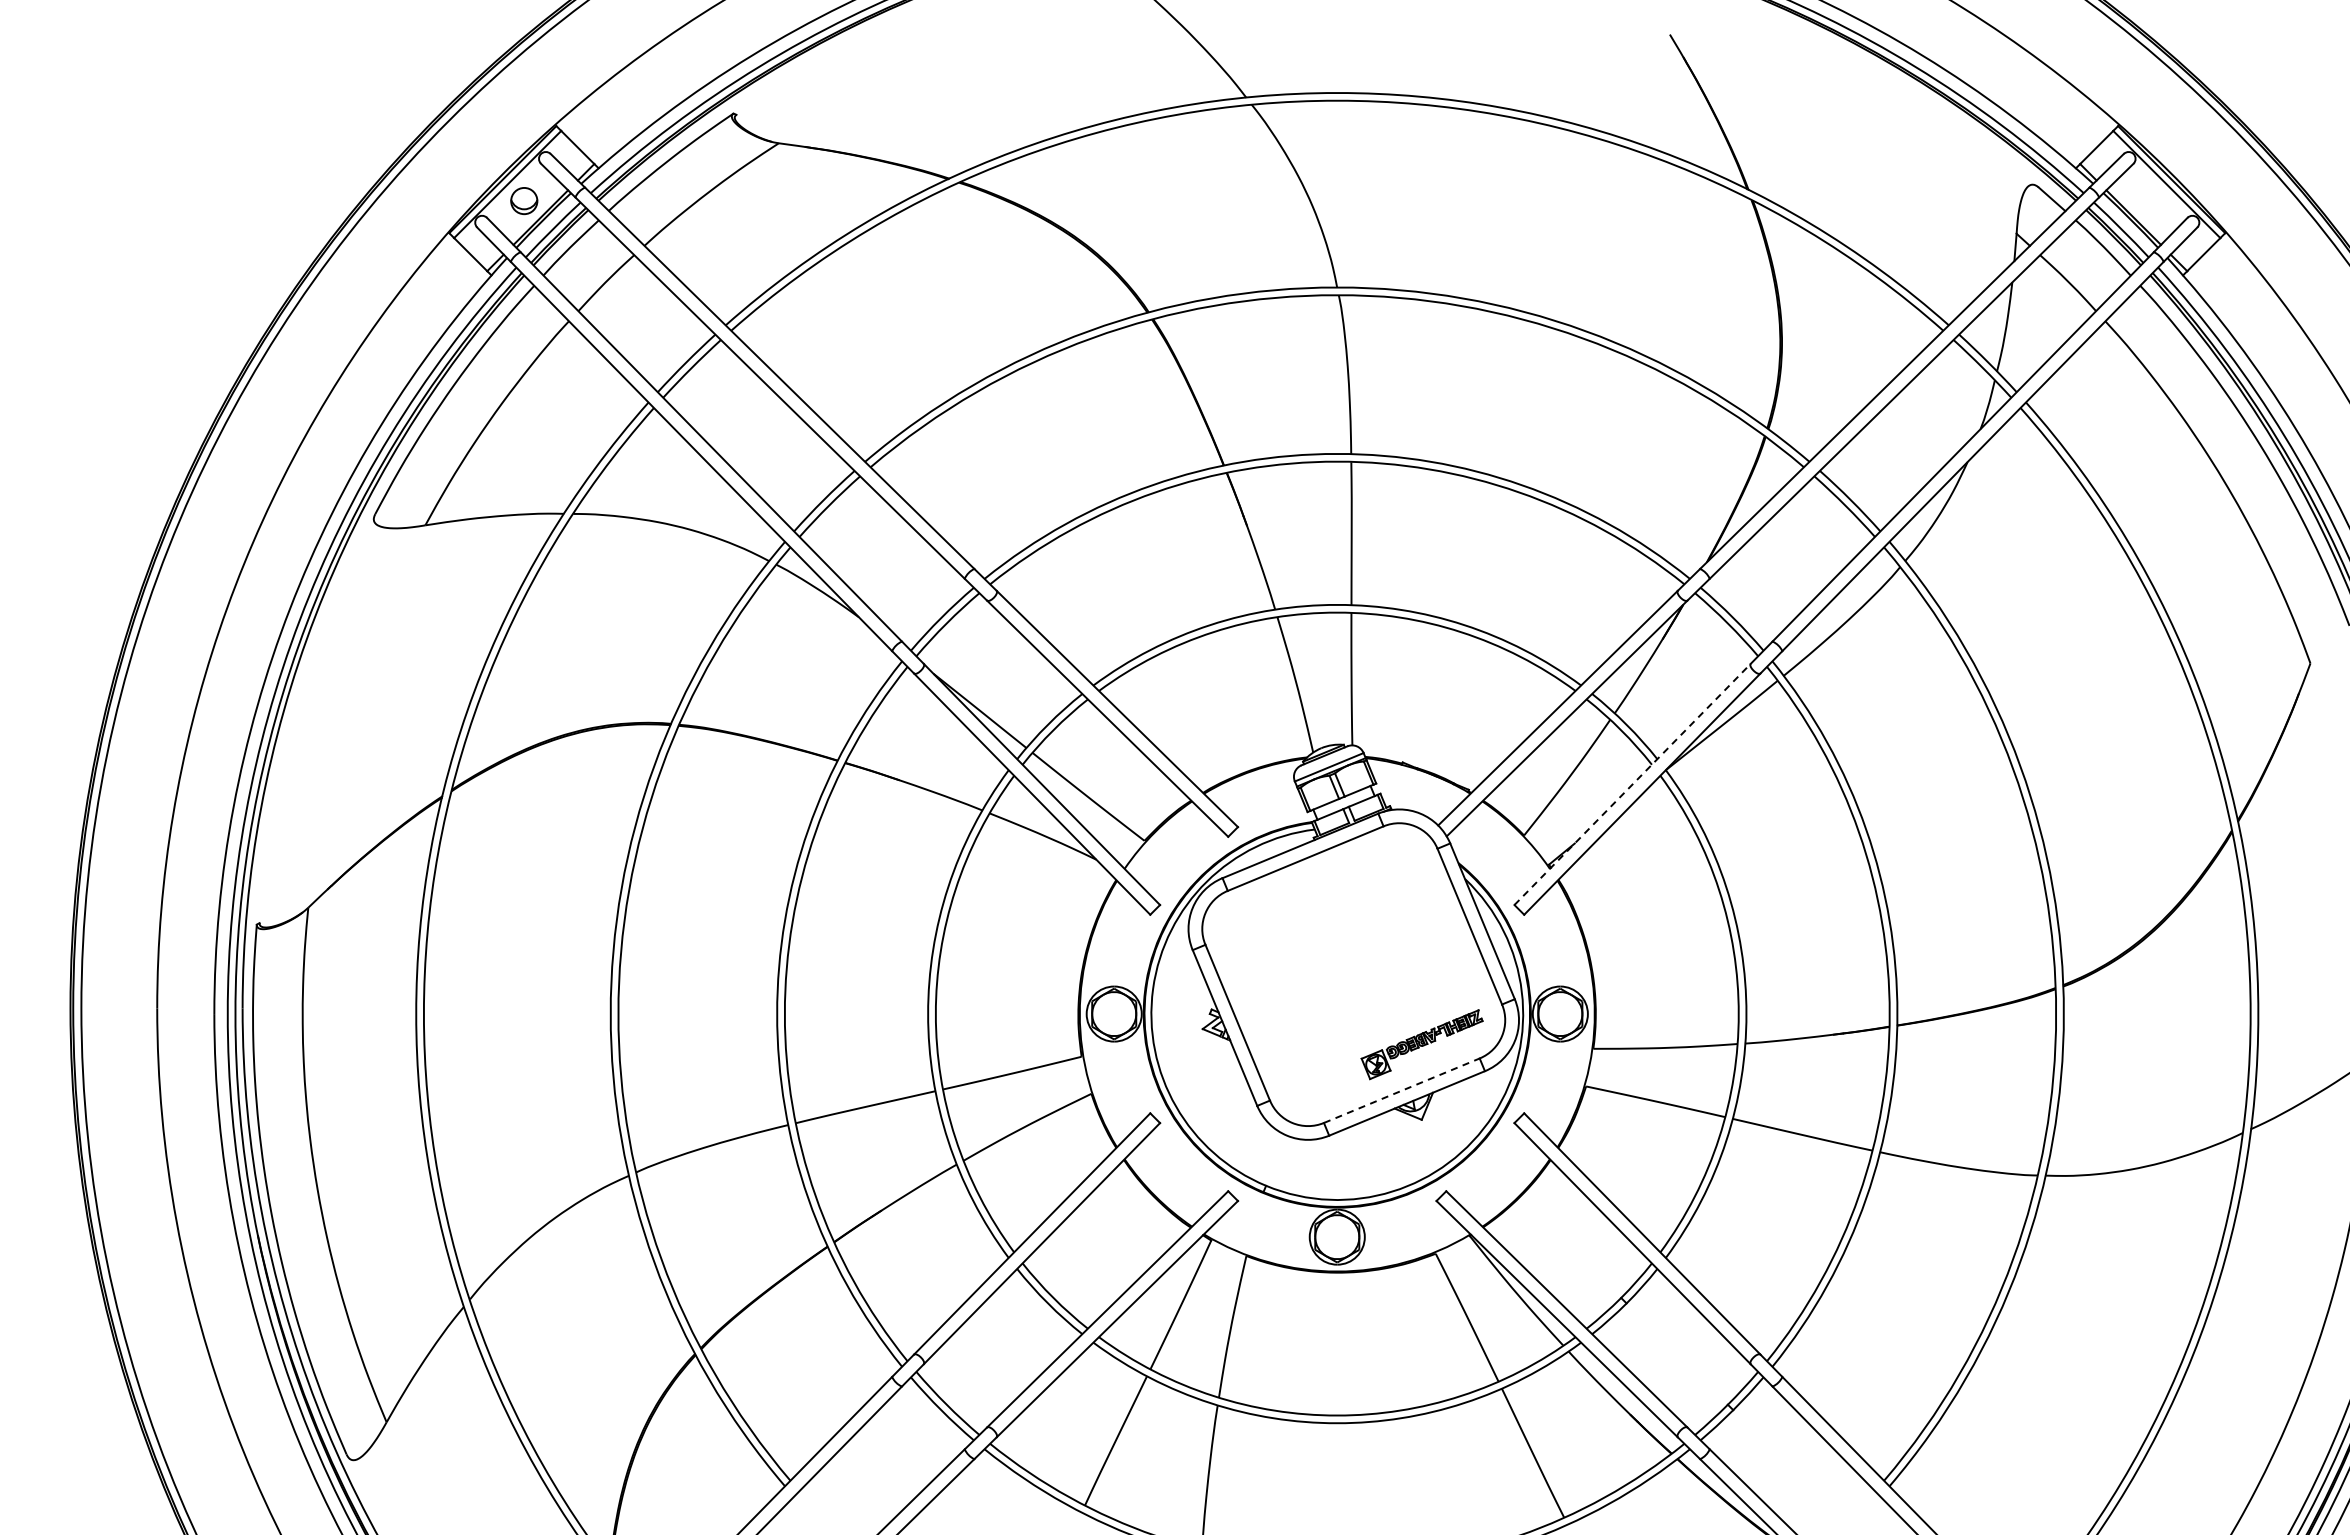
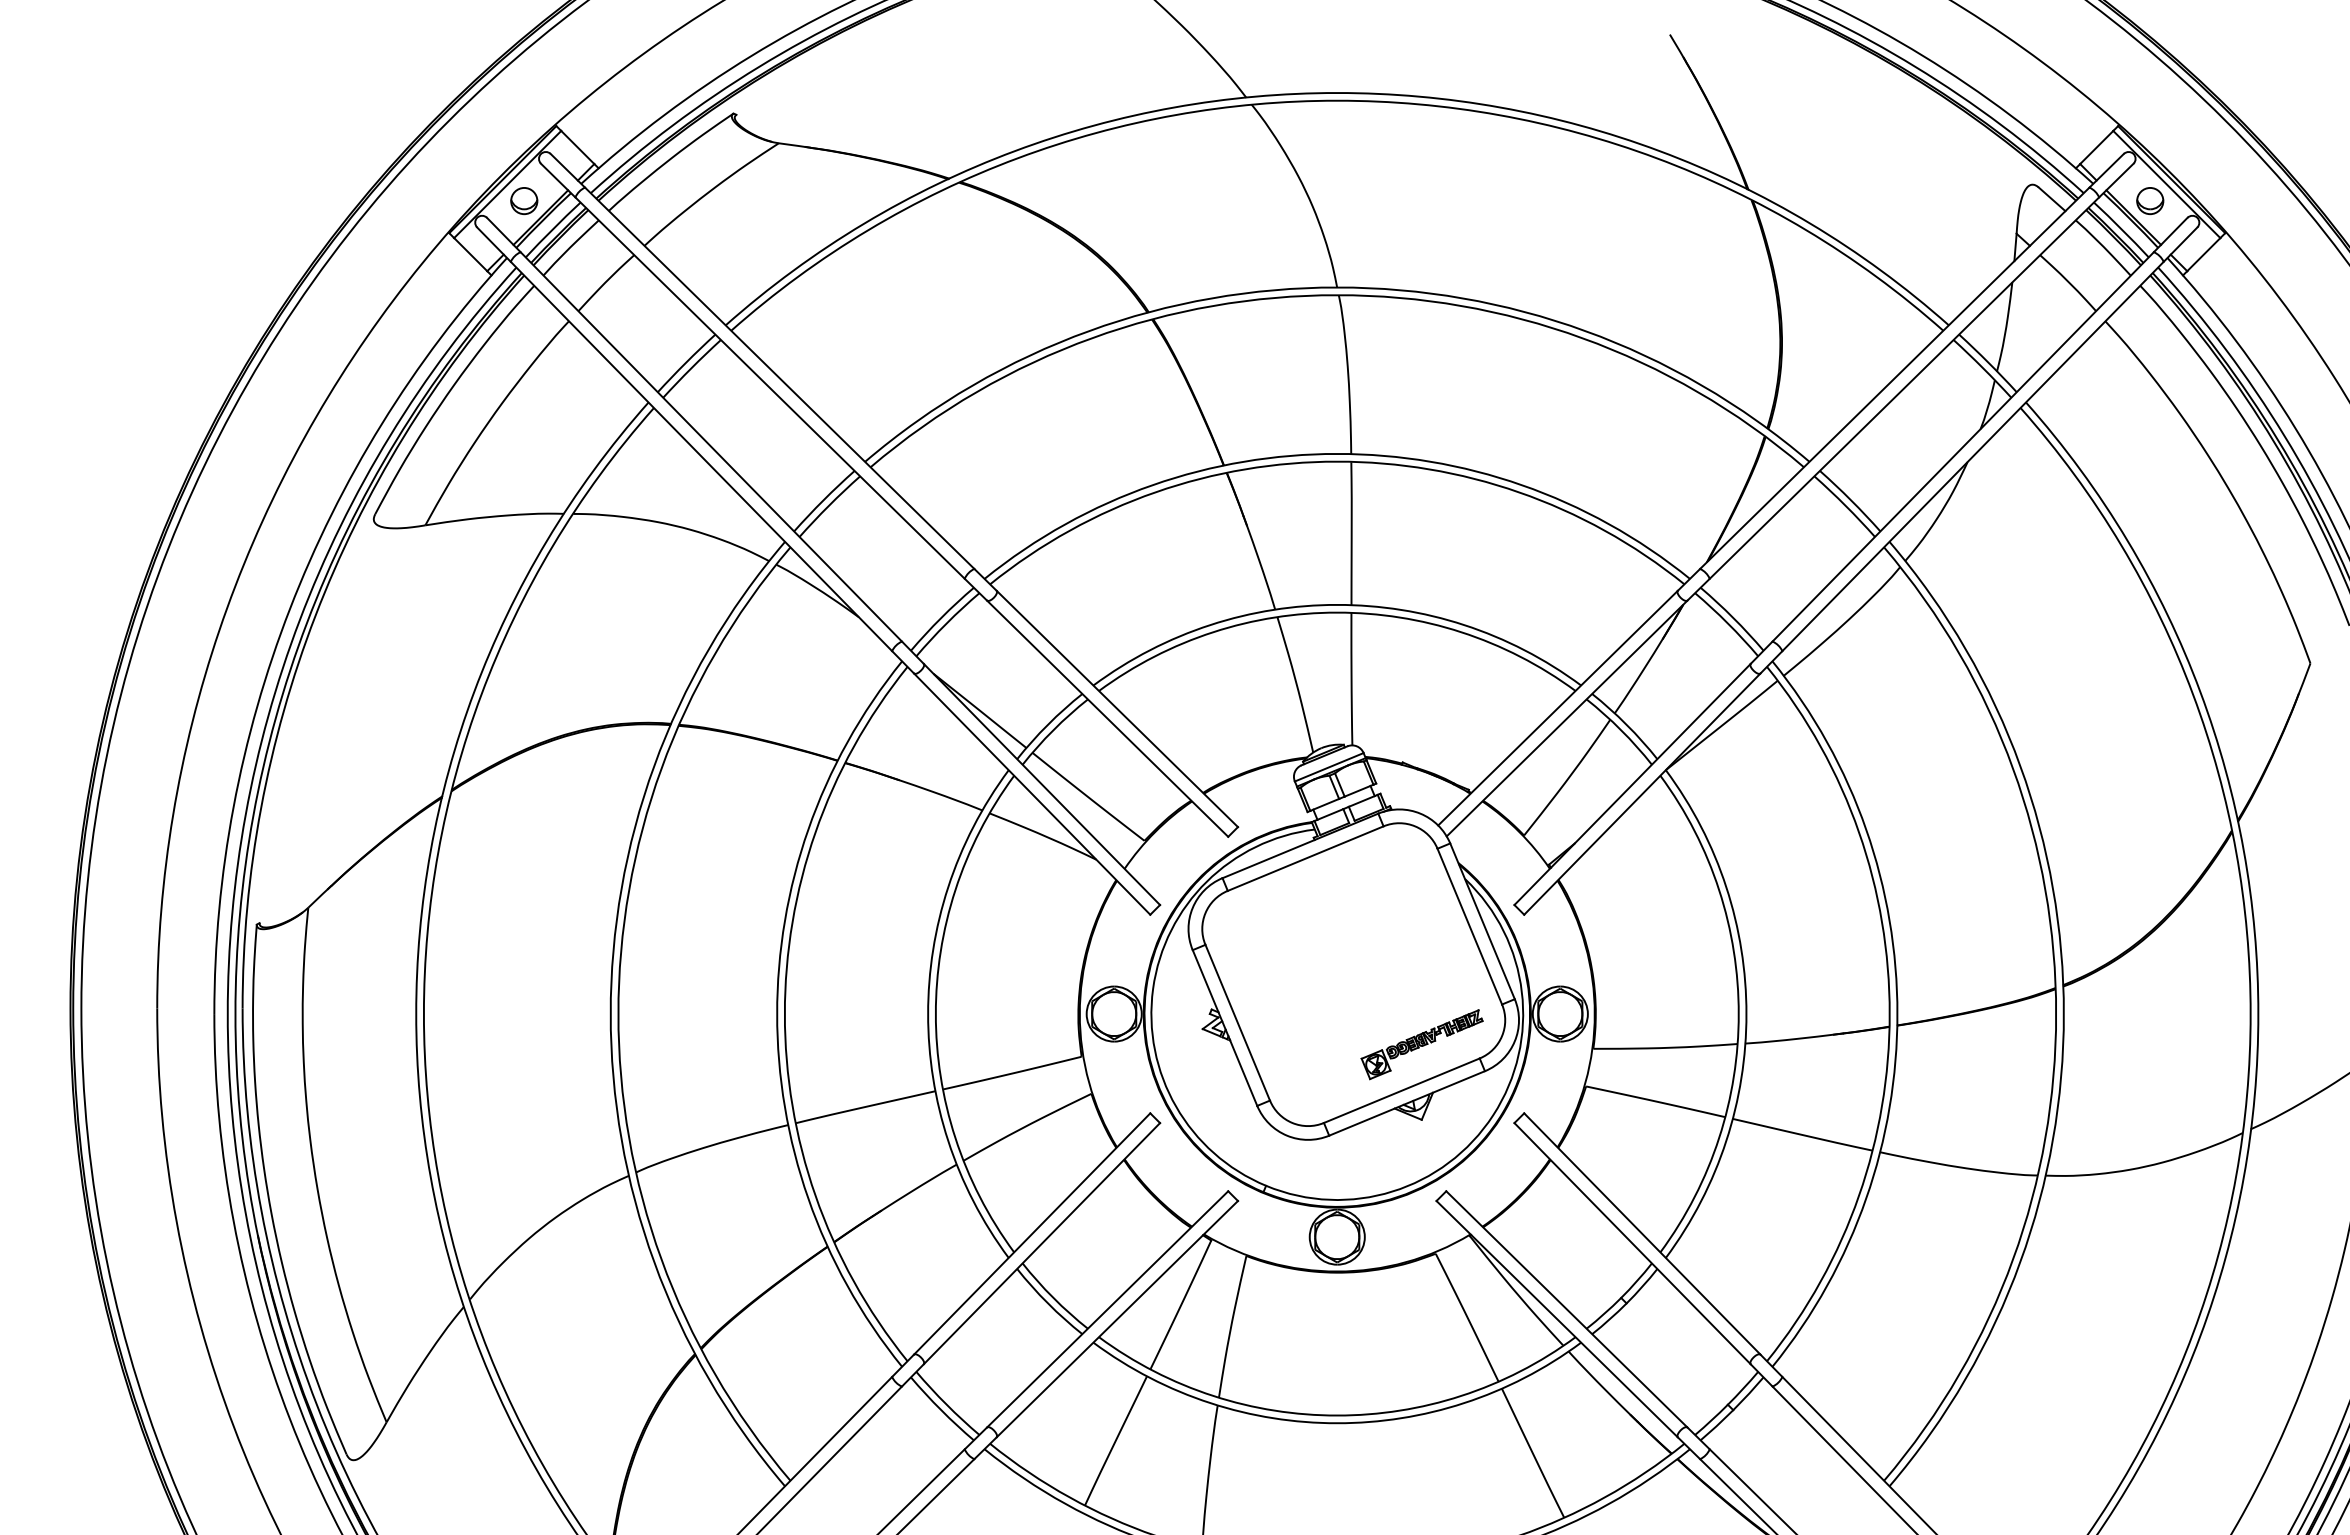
part at (2150, 201): none -> present
line at (1632, 784): dashed -> solid
line at (1402, 1090): dashed -> solid
